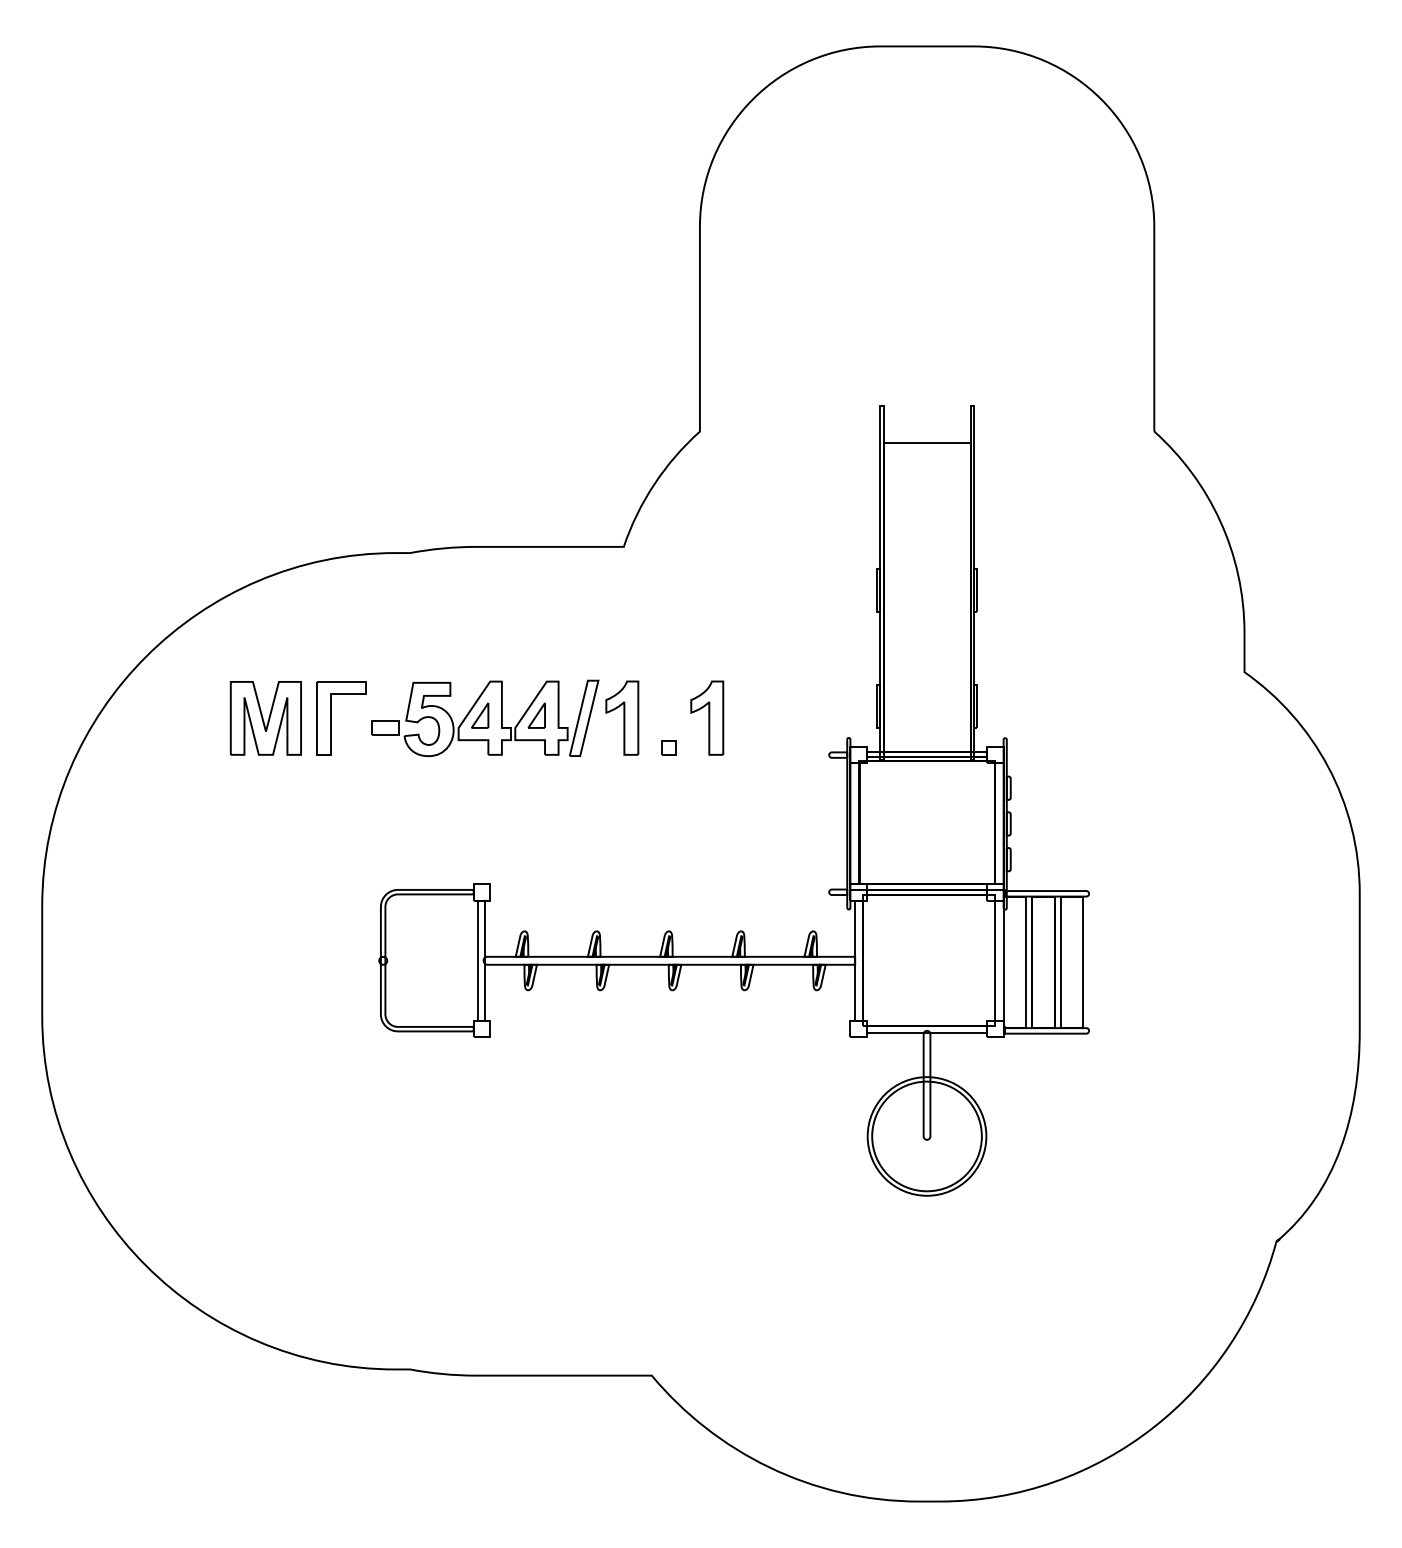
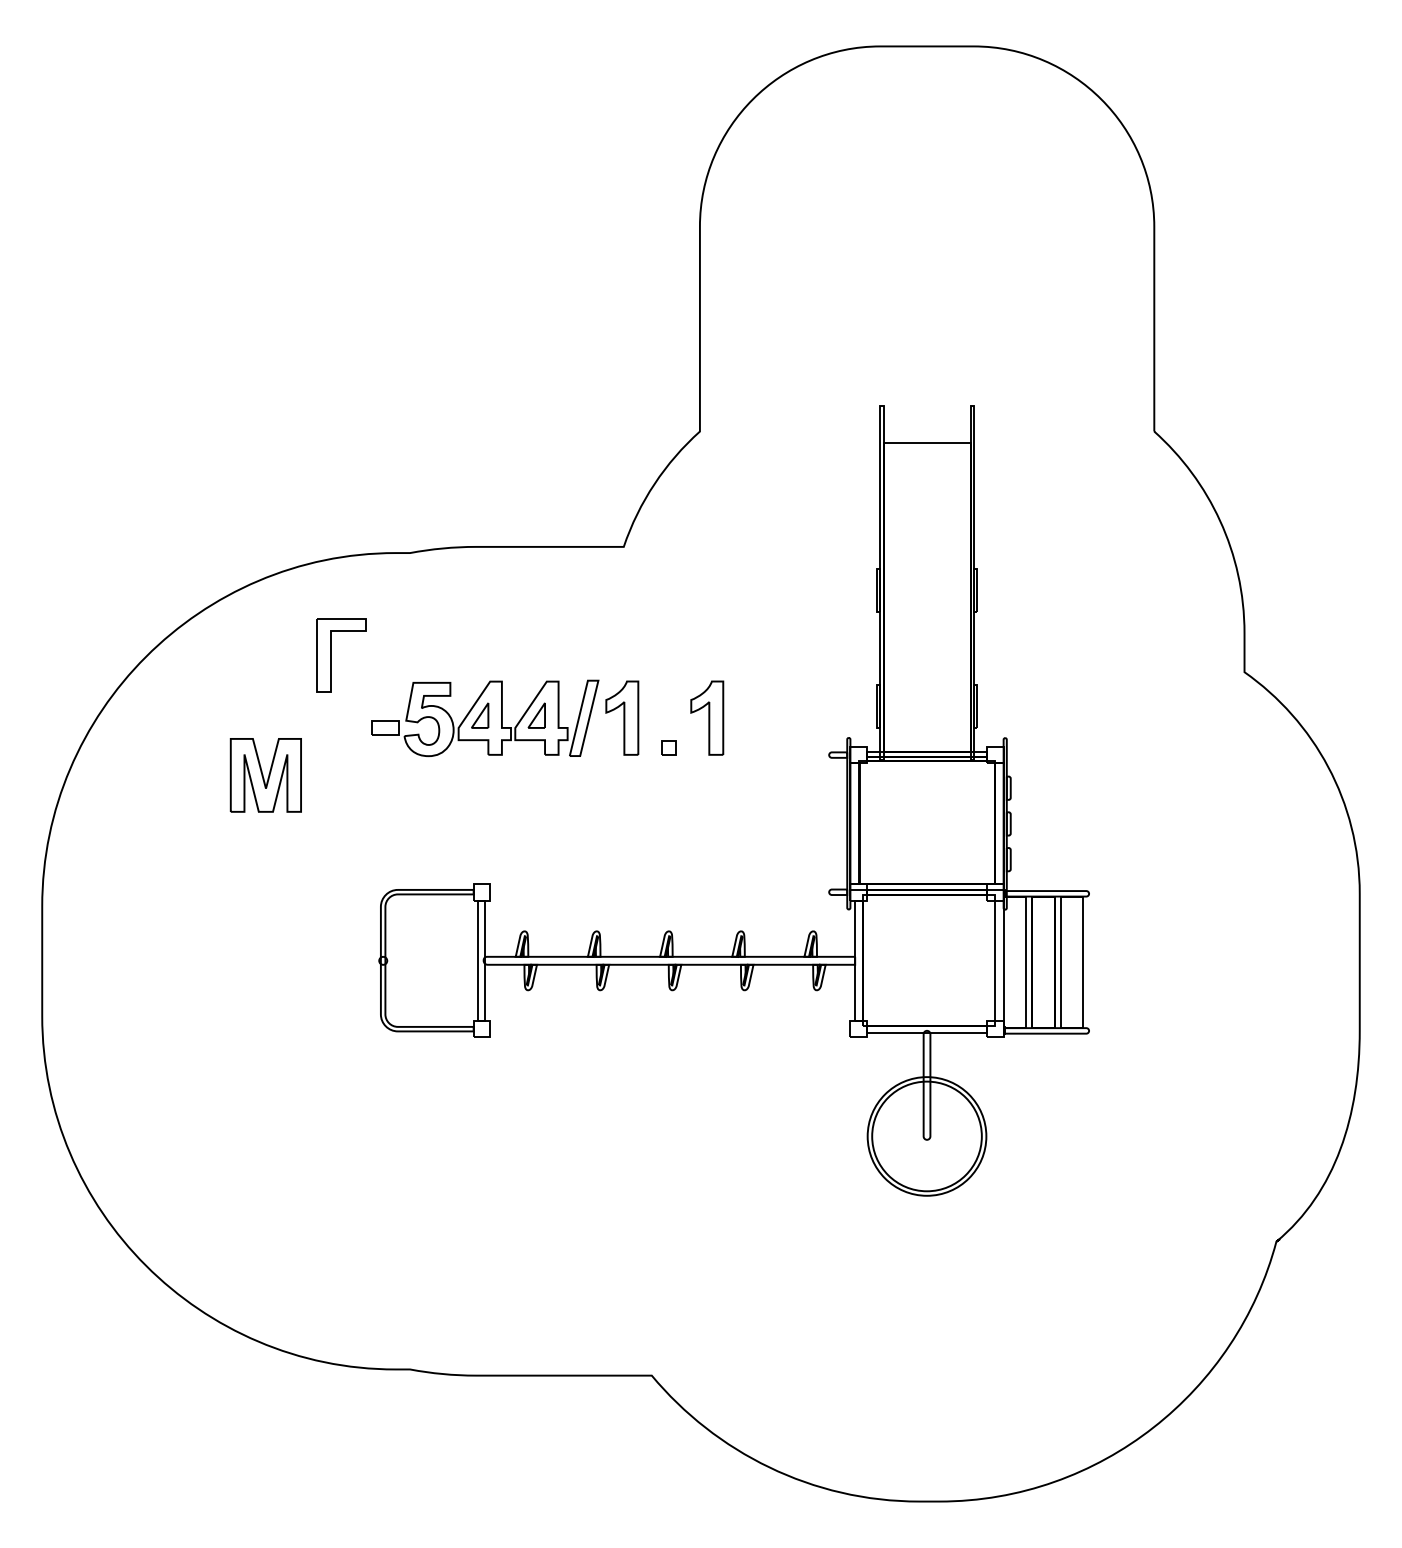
part at (265, 718) position: (265, 718) -> (265, 775)
part at (331, 718) position: (331, 718) -> (331, 655)
